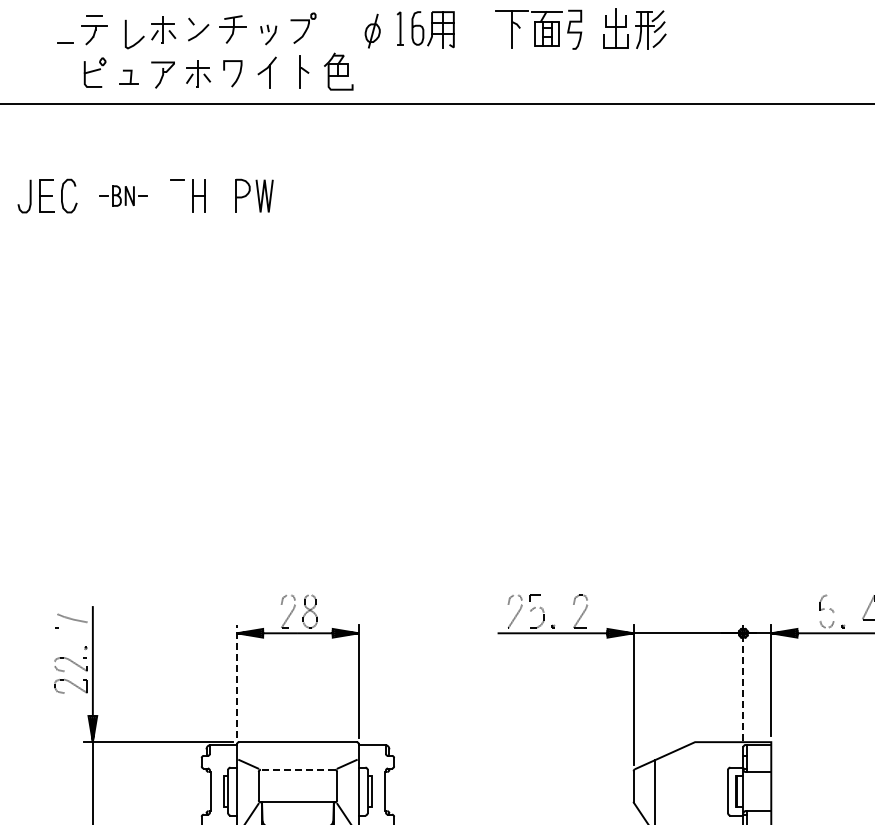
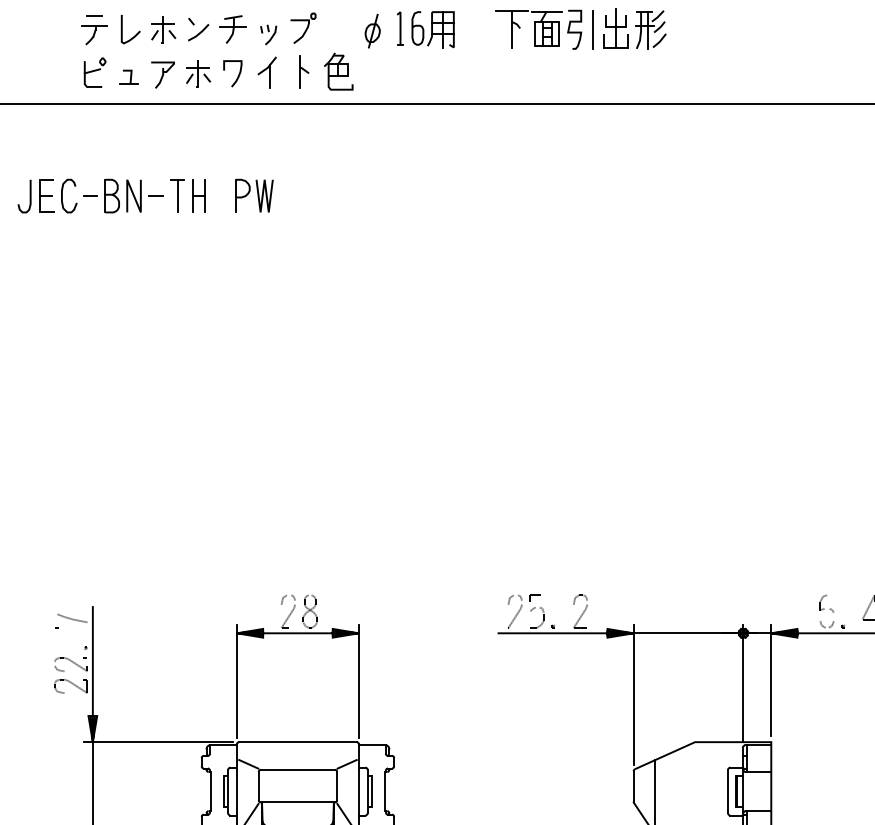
line at (593, 29): none -> present
curve at (139, 39) position: (139, 39) -> (135, 34)
line at (65, 42): present -> none
part at (123, 195) size: 49x22 px -> 81x36 px
line at (177, 195): none -> present
line at (236, 681): dashed -> solid
line at (743, 682): dashed -> solid
line at (297, 769): dashed -> solid
